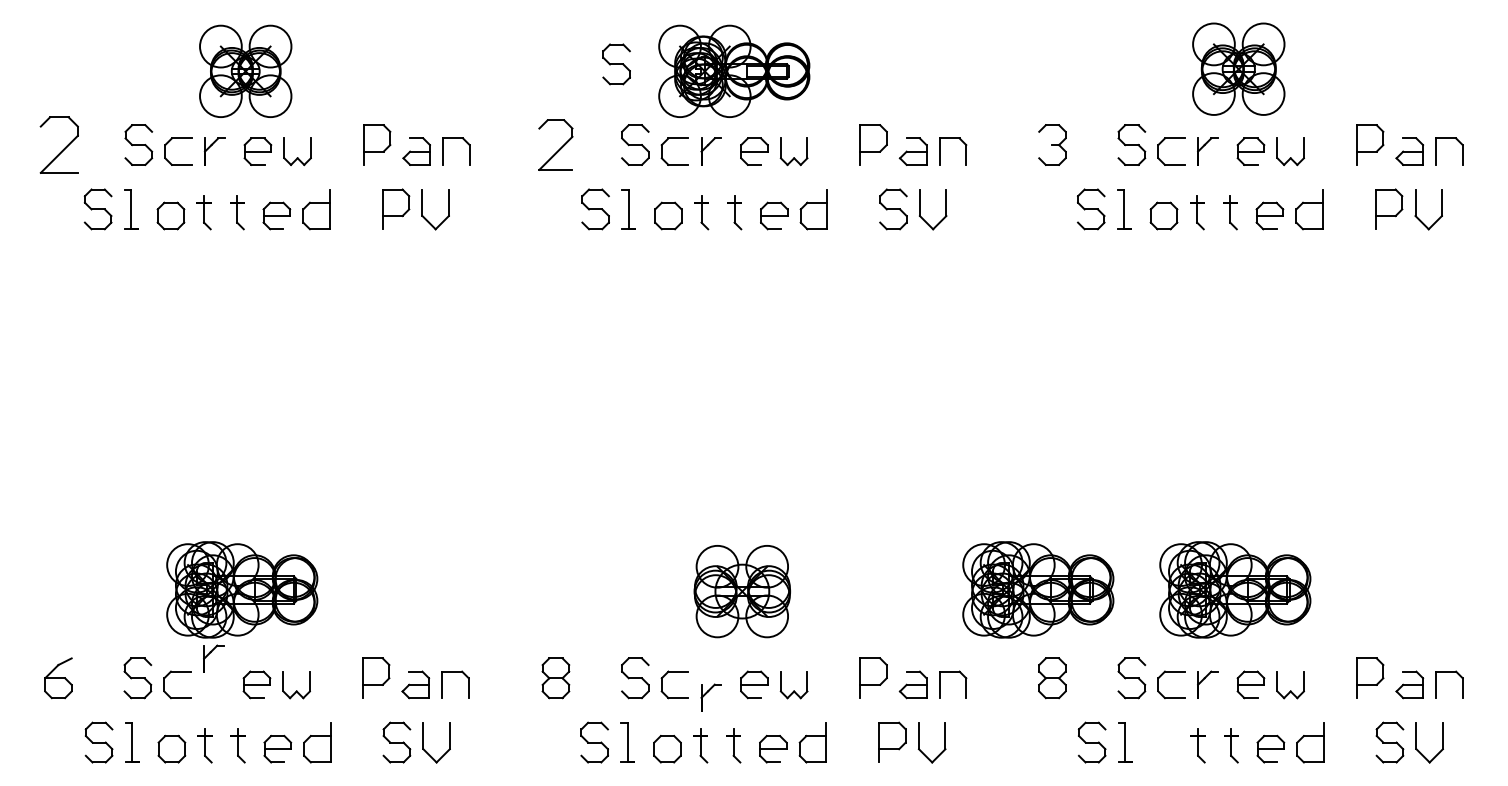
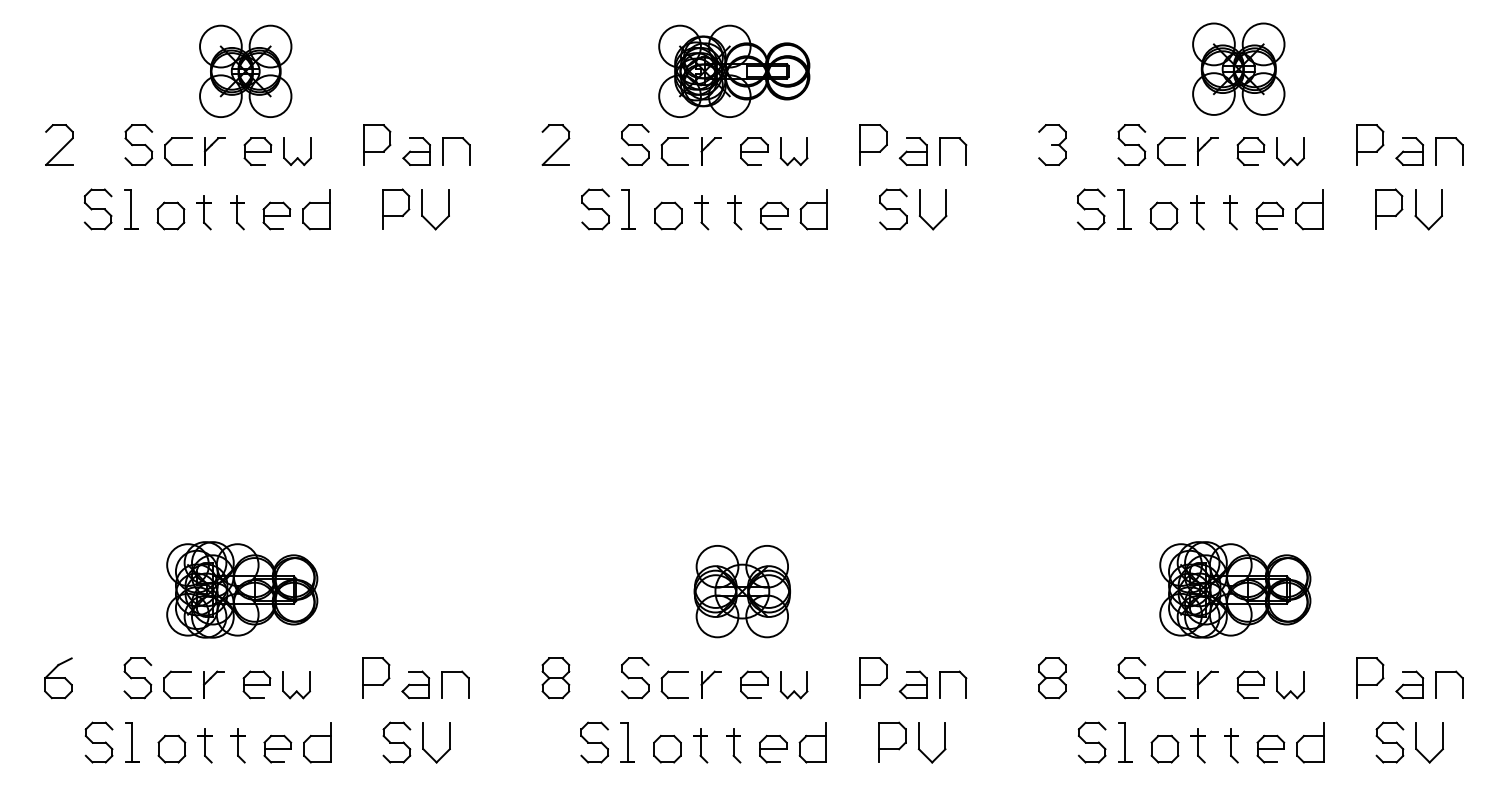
part at (616, 64): present -> none
part at (58, 144) size: 40x58 px -> 29x42 px
part at (555, 144) size: 36x52 px -> 30x42 px
part at (1038, 589): present -> none
part at (213, 658) position: (213, 658) -> (213, 684)
part at (710, 697) position: (710, 697) -> (710, 684)
part at (1164, 748): none -> present
